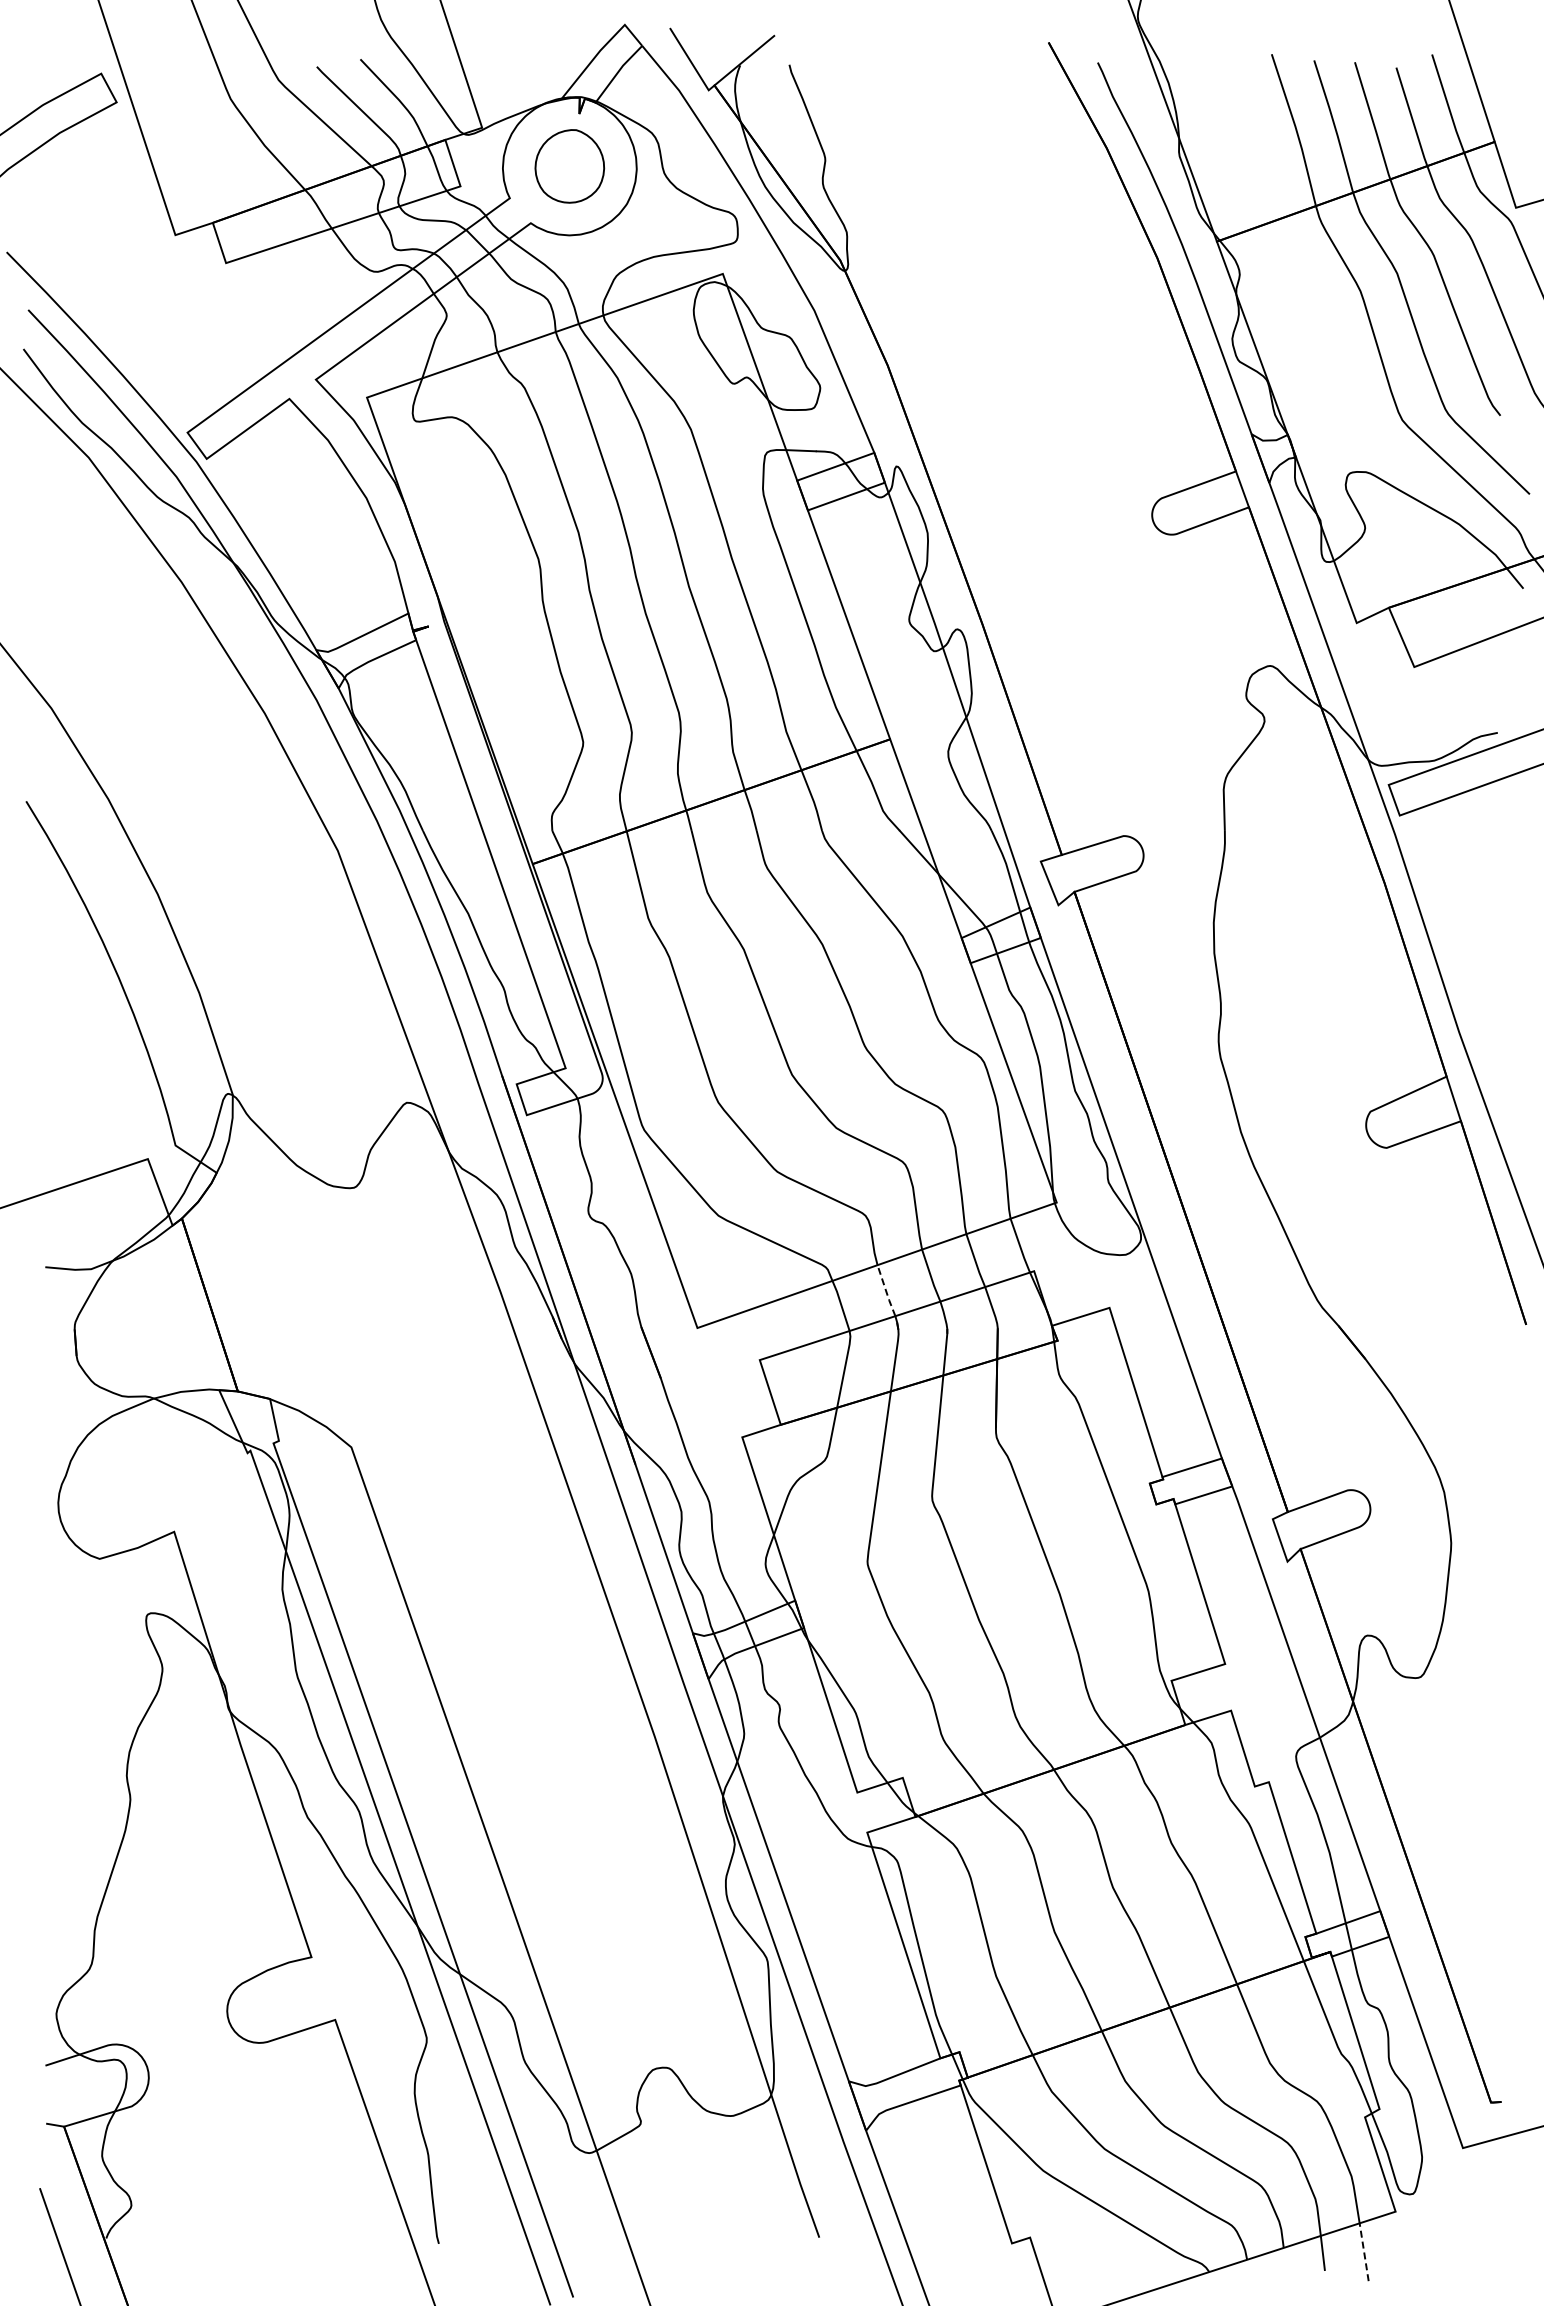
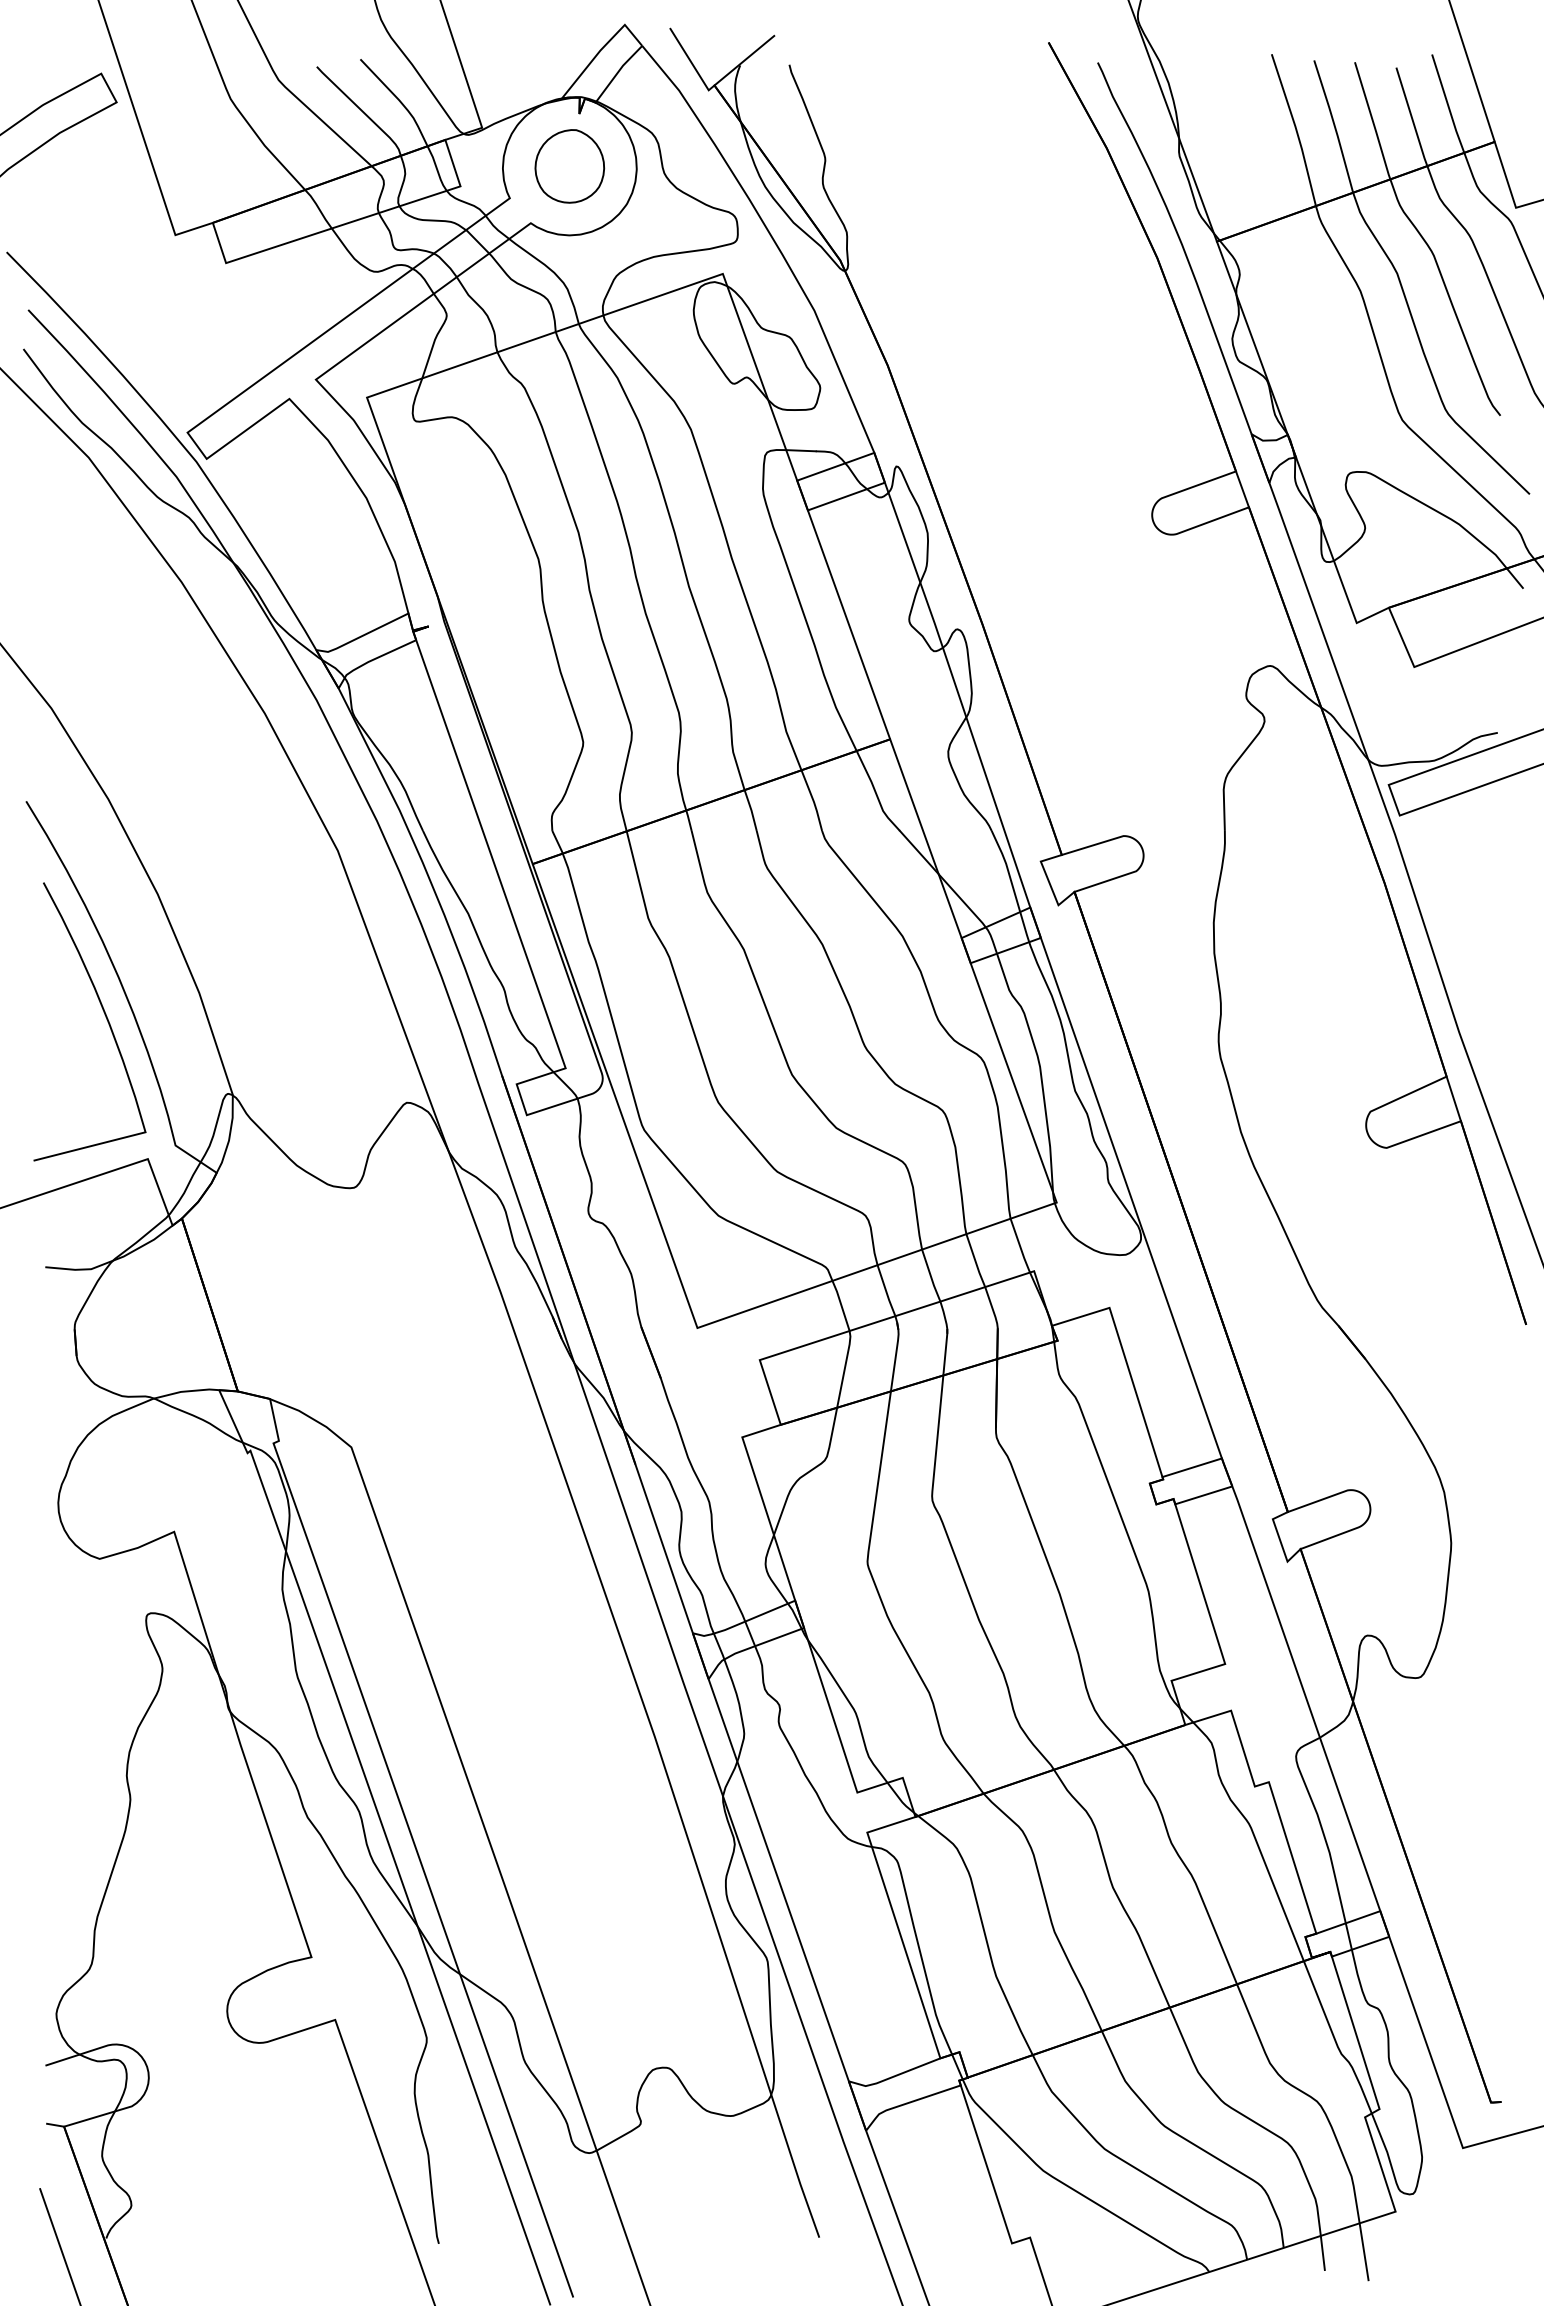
curve at (104, 1015): none -> present
line at (886, 1291): dashed -> solid
line at (1364, 2251): dashed -> solid
